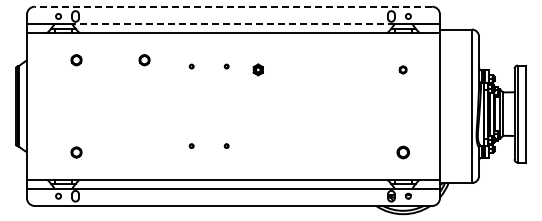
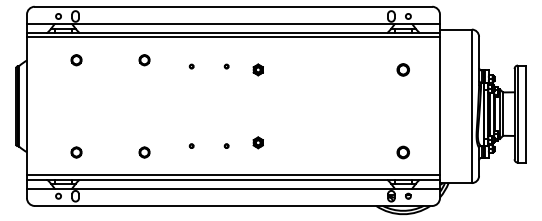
line at (233, 6): dashed -> solid
line at (233, 23): dashed -> solid
line at (232, 37): none -> present
circle at (402, 69) size: 10x10 px -> 14x14 px
part at (257, 142): none -> present
part at (144, 152): none -> present
line at (232, 175): none -> present
